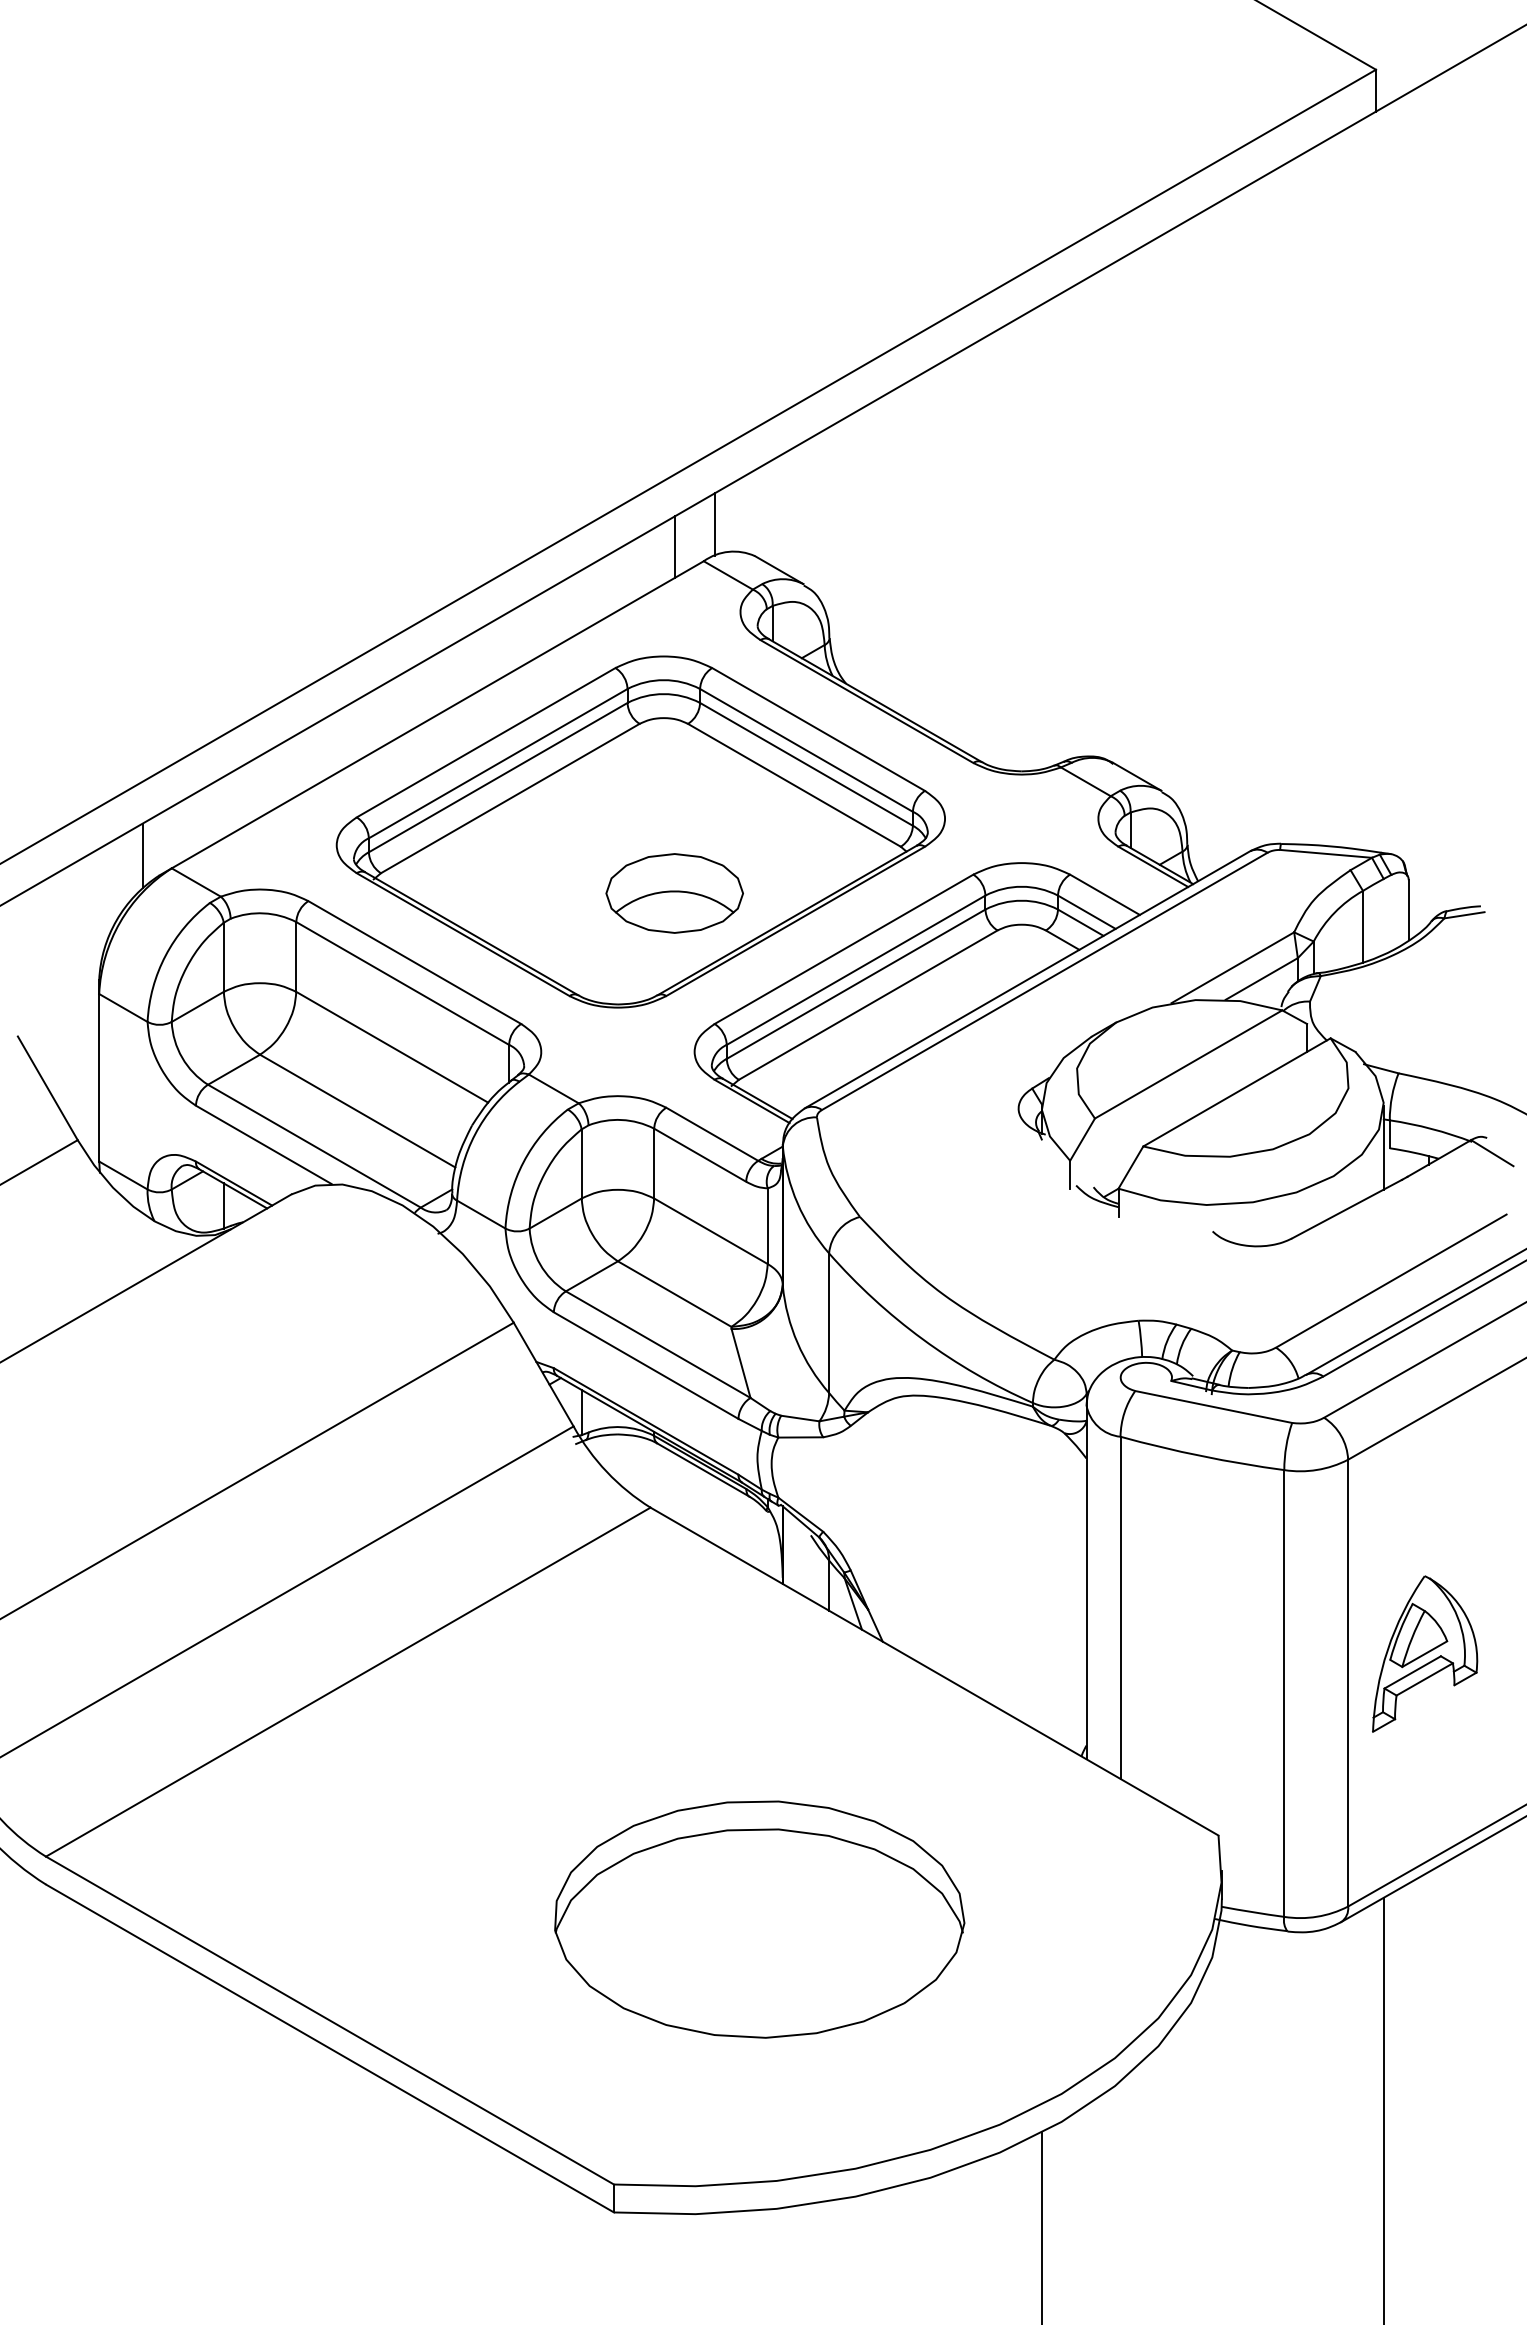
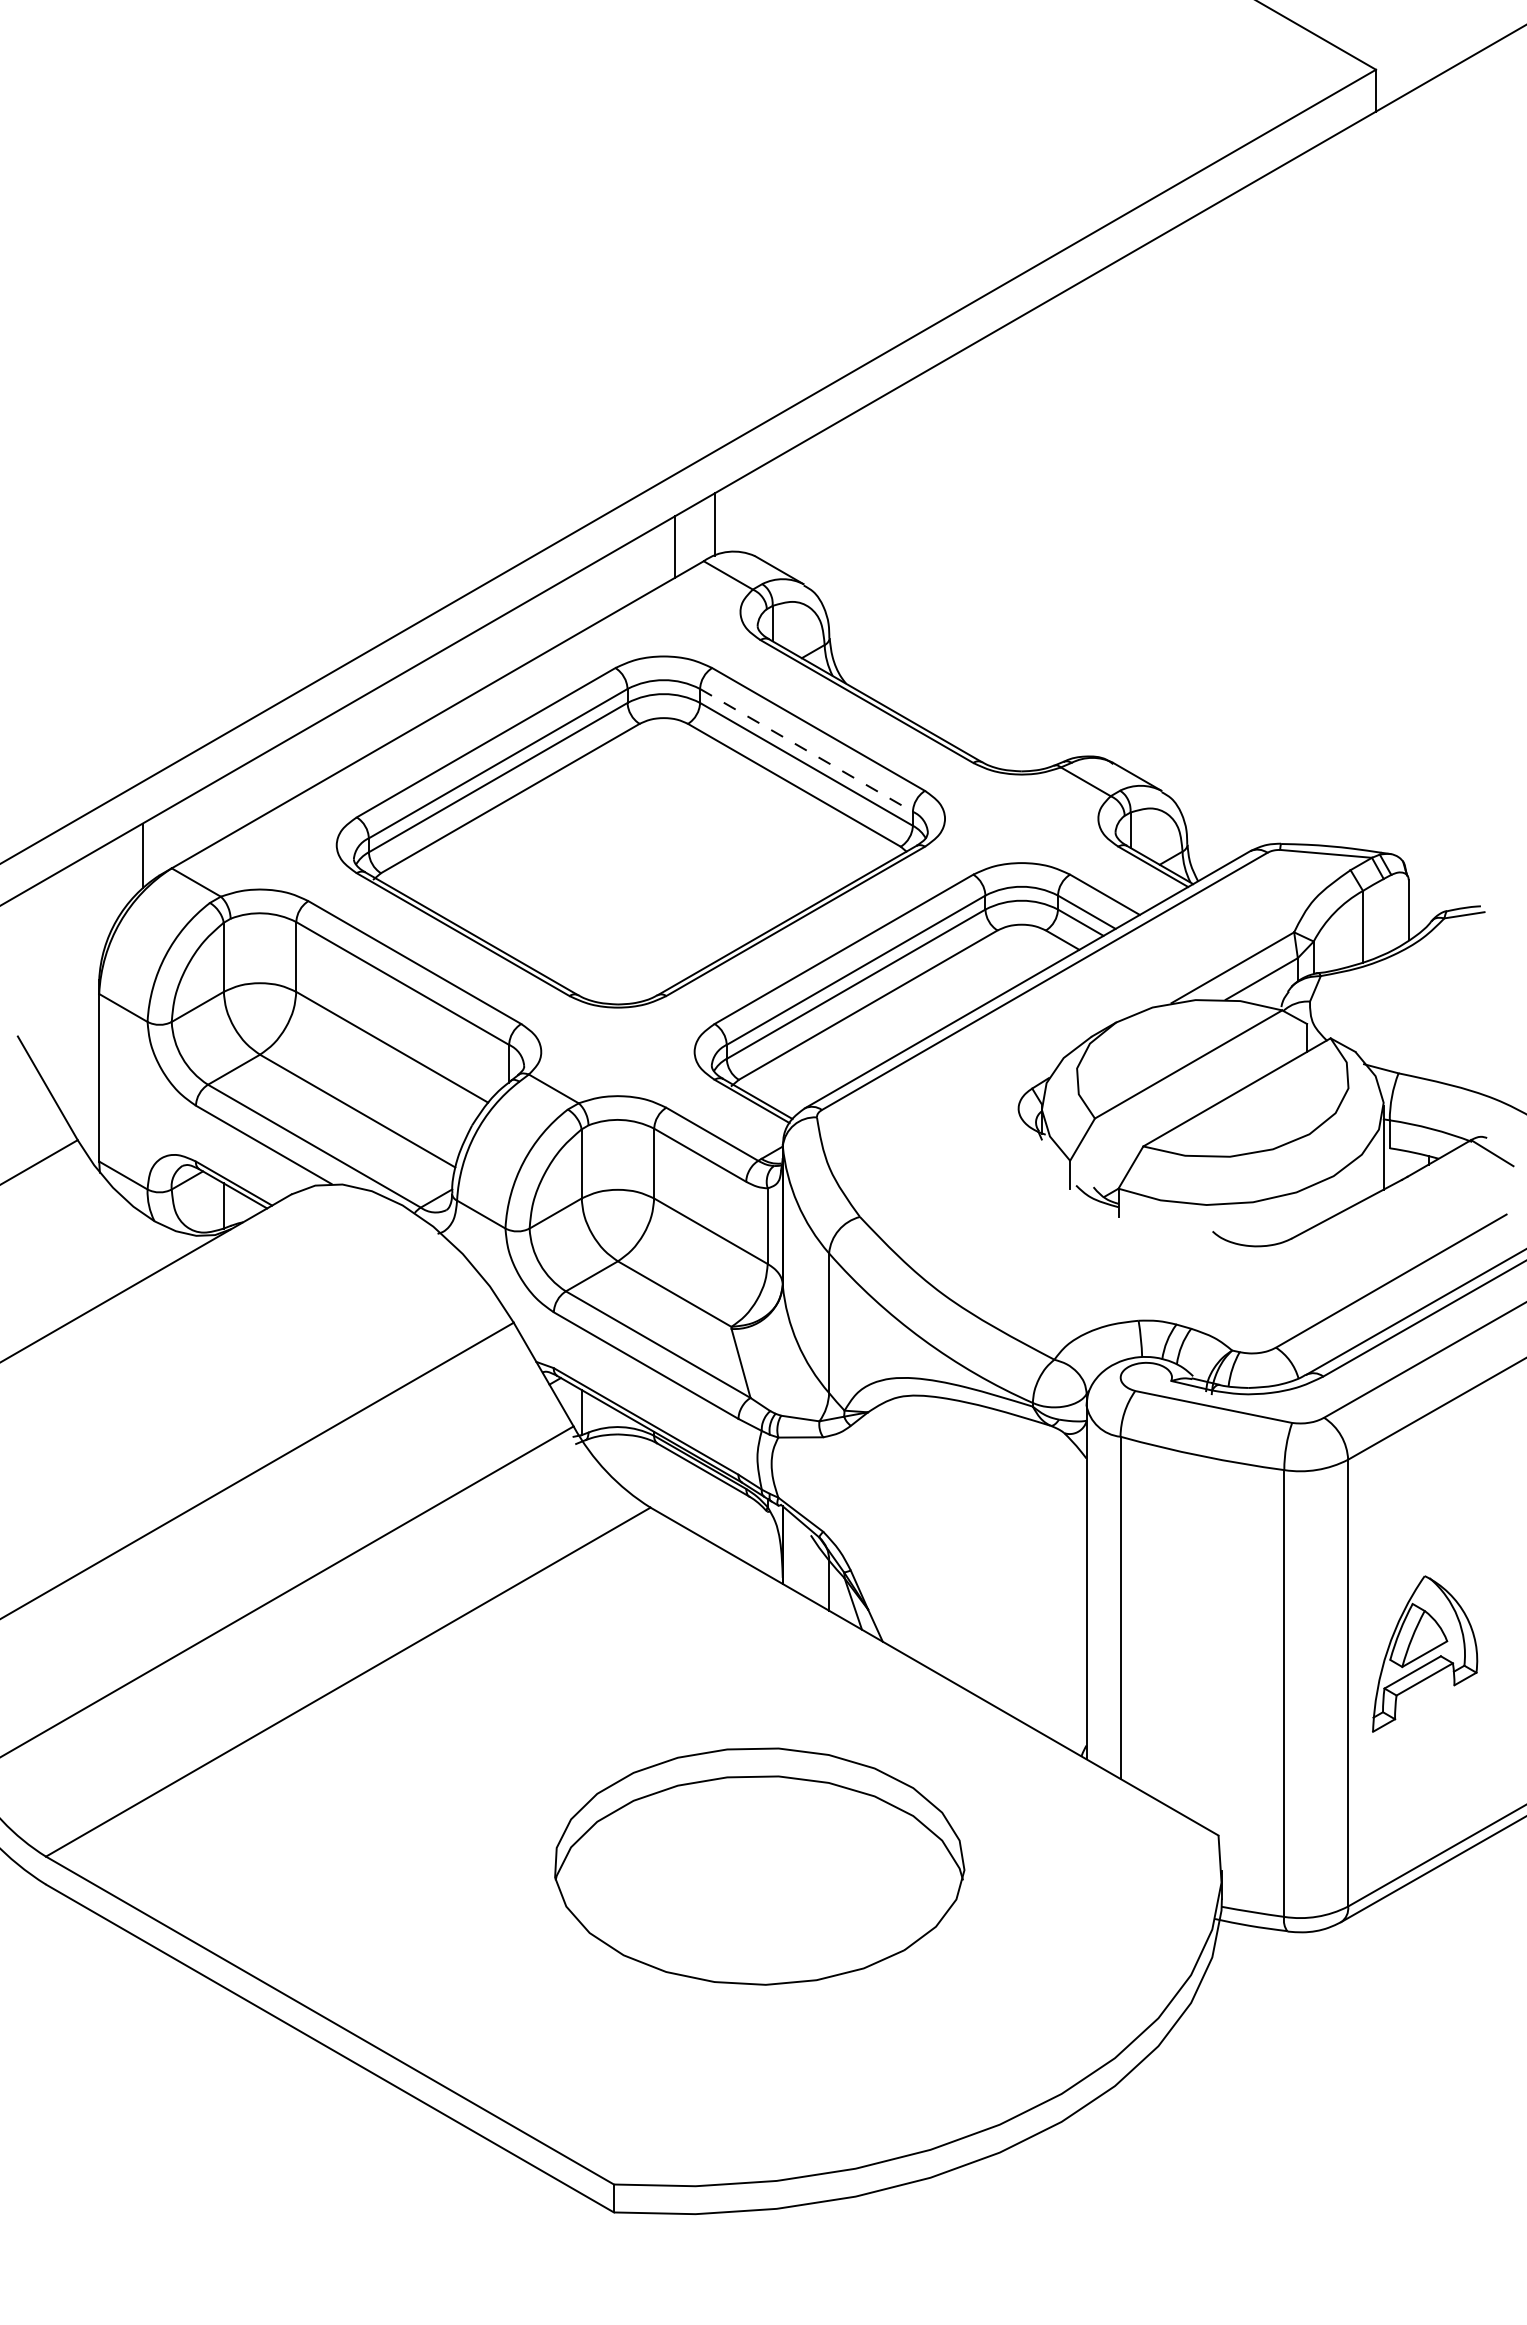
line at (806, 750): solid -> dashed
part at (674, 893): present -> none
part at (759, 1919) position: (759, 1919) -> (759, 1866)
line at (1383, 2109): present -> none
line at (1041, 2226): present -> none
